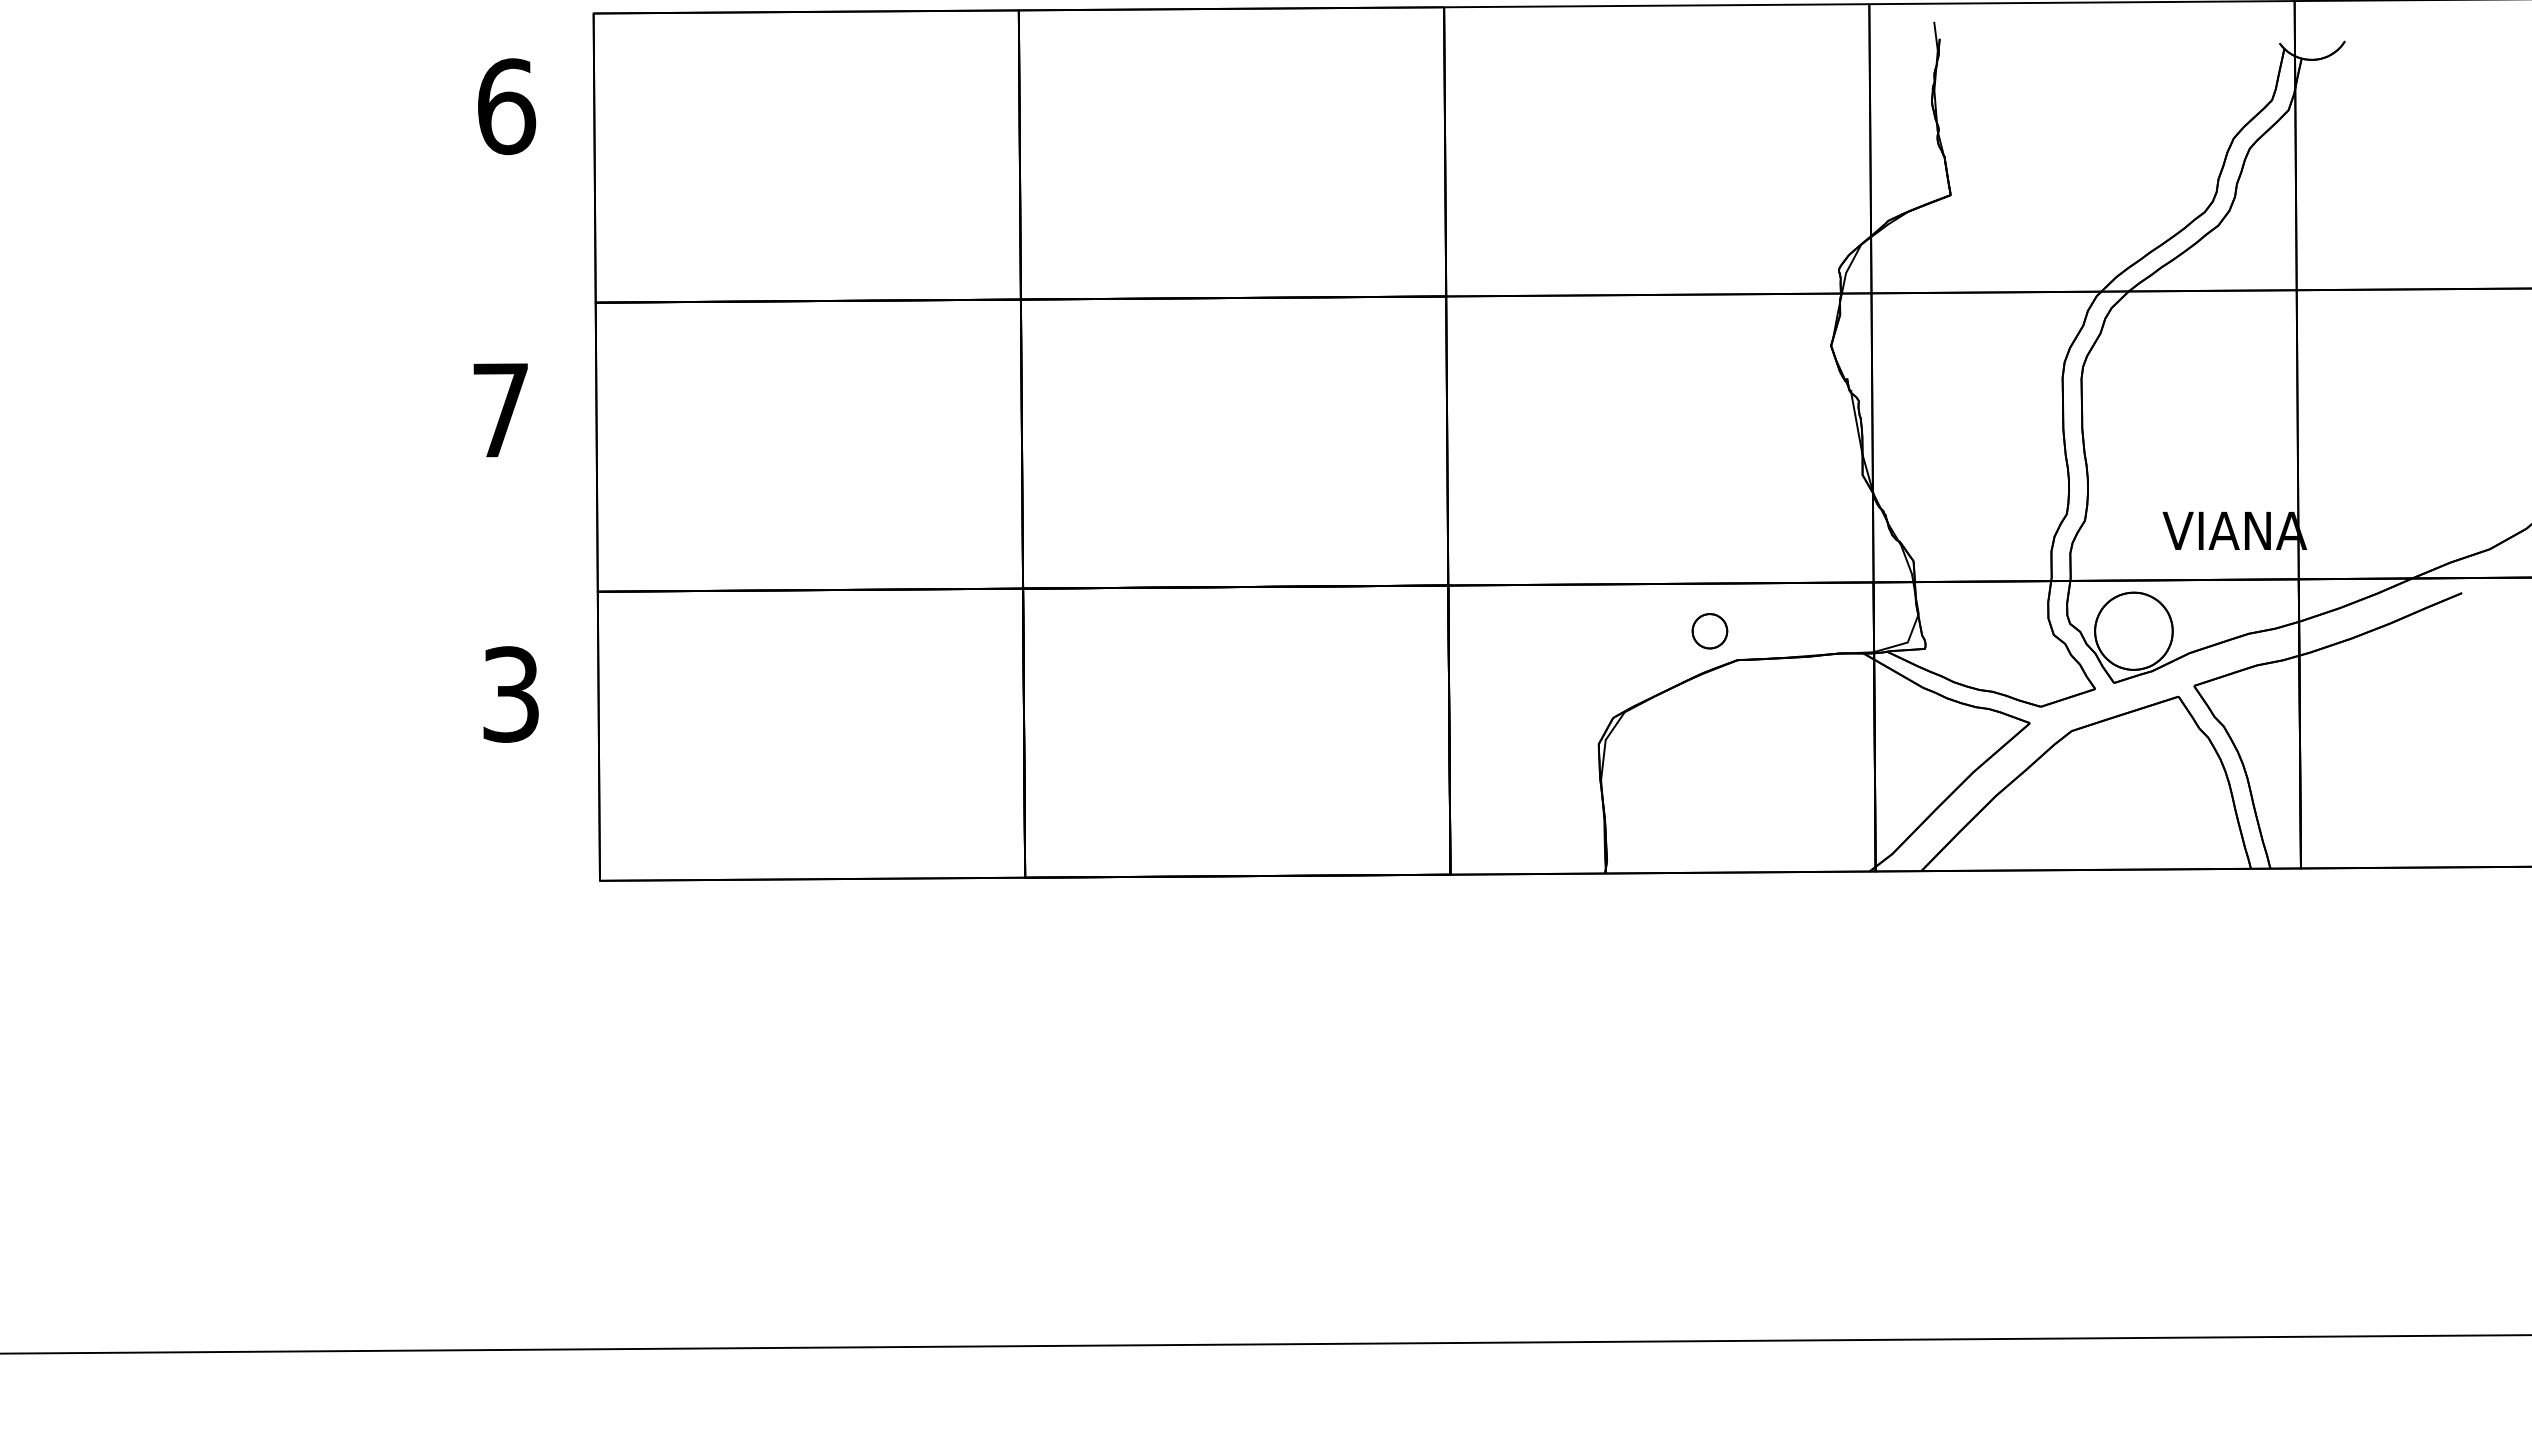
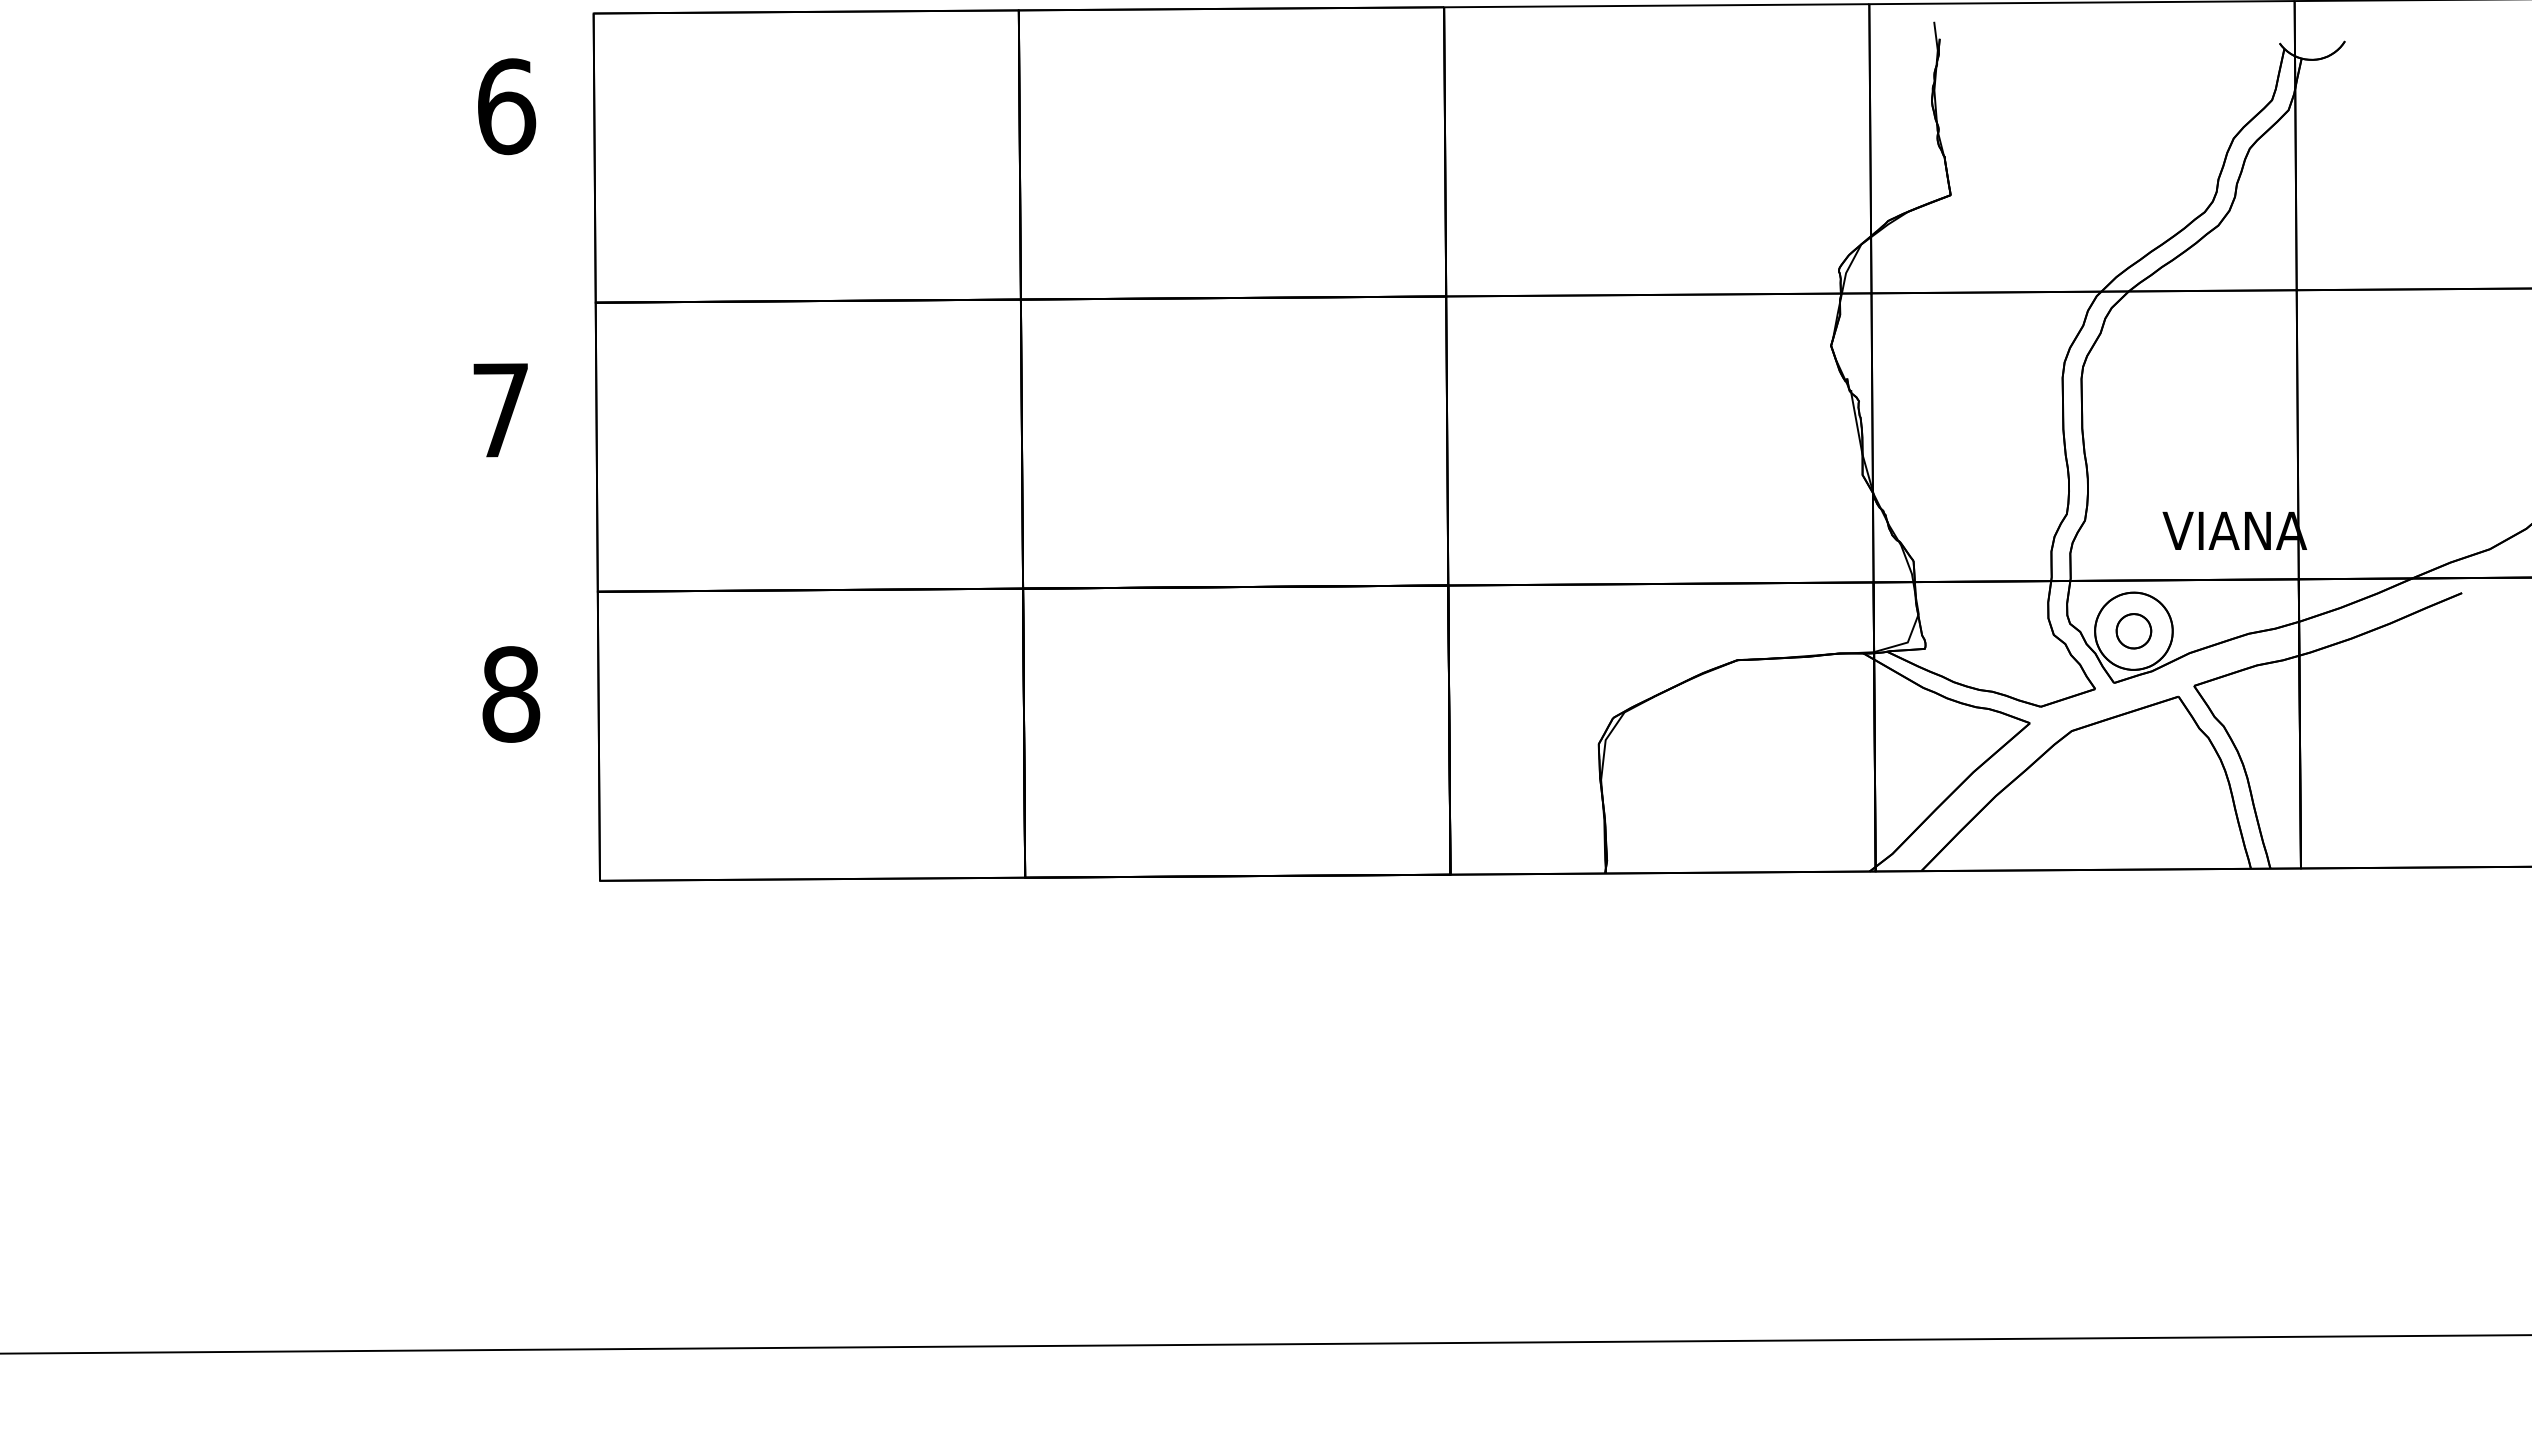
part at (1709, 631) position: (1709, 631) -> (2133, 631)
text at (511, 694): 3 -> 8
